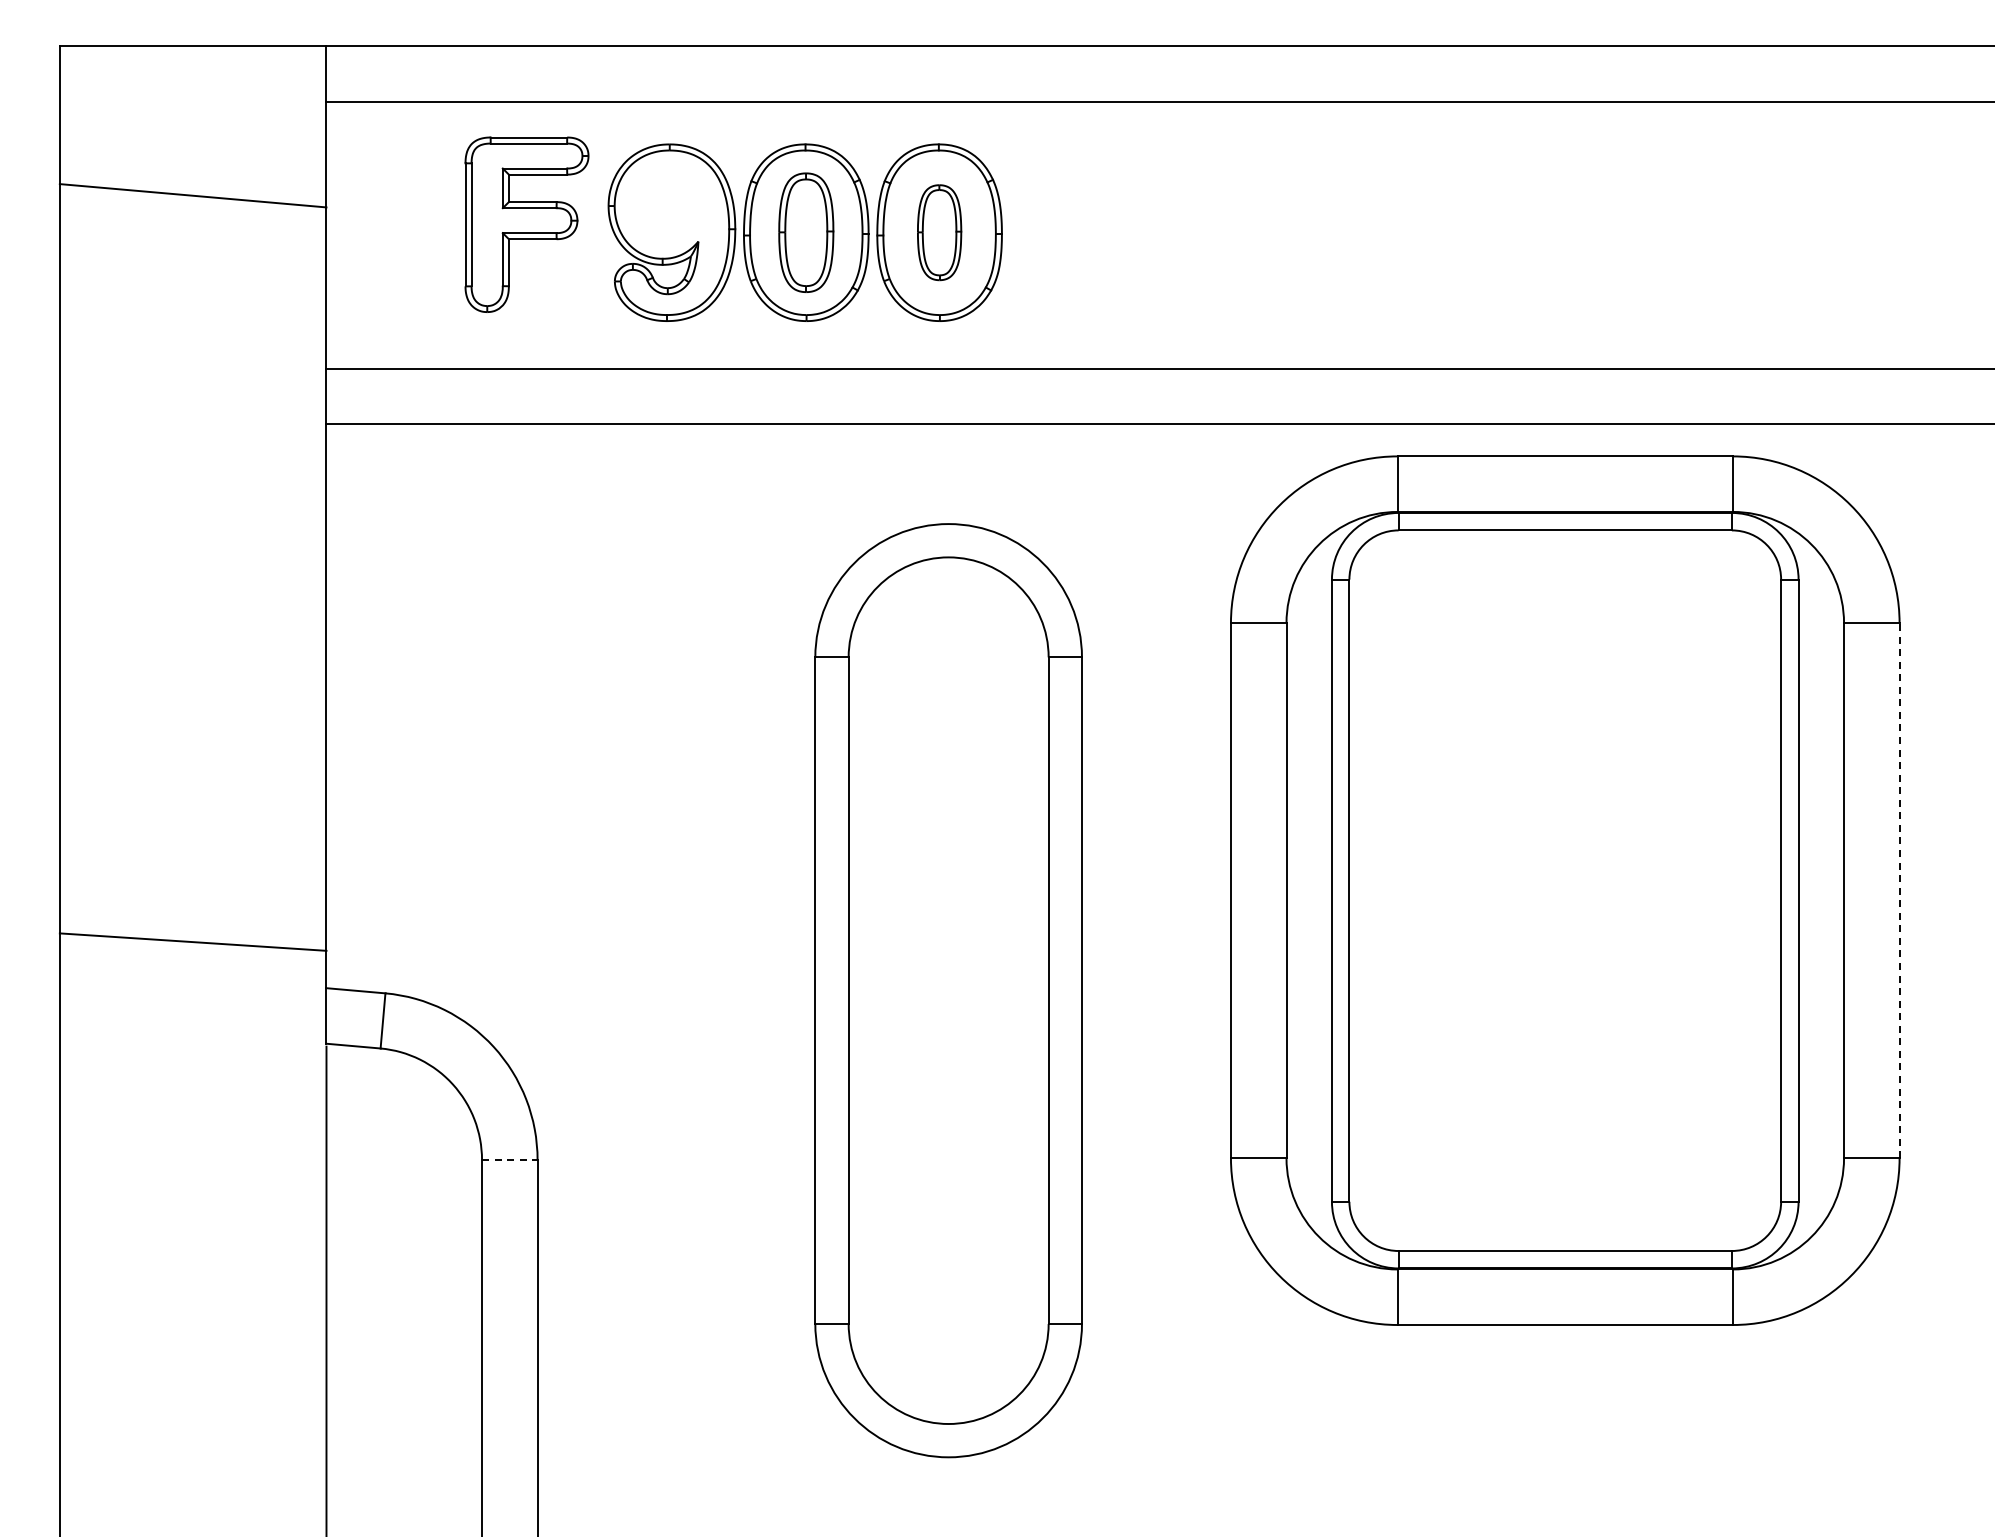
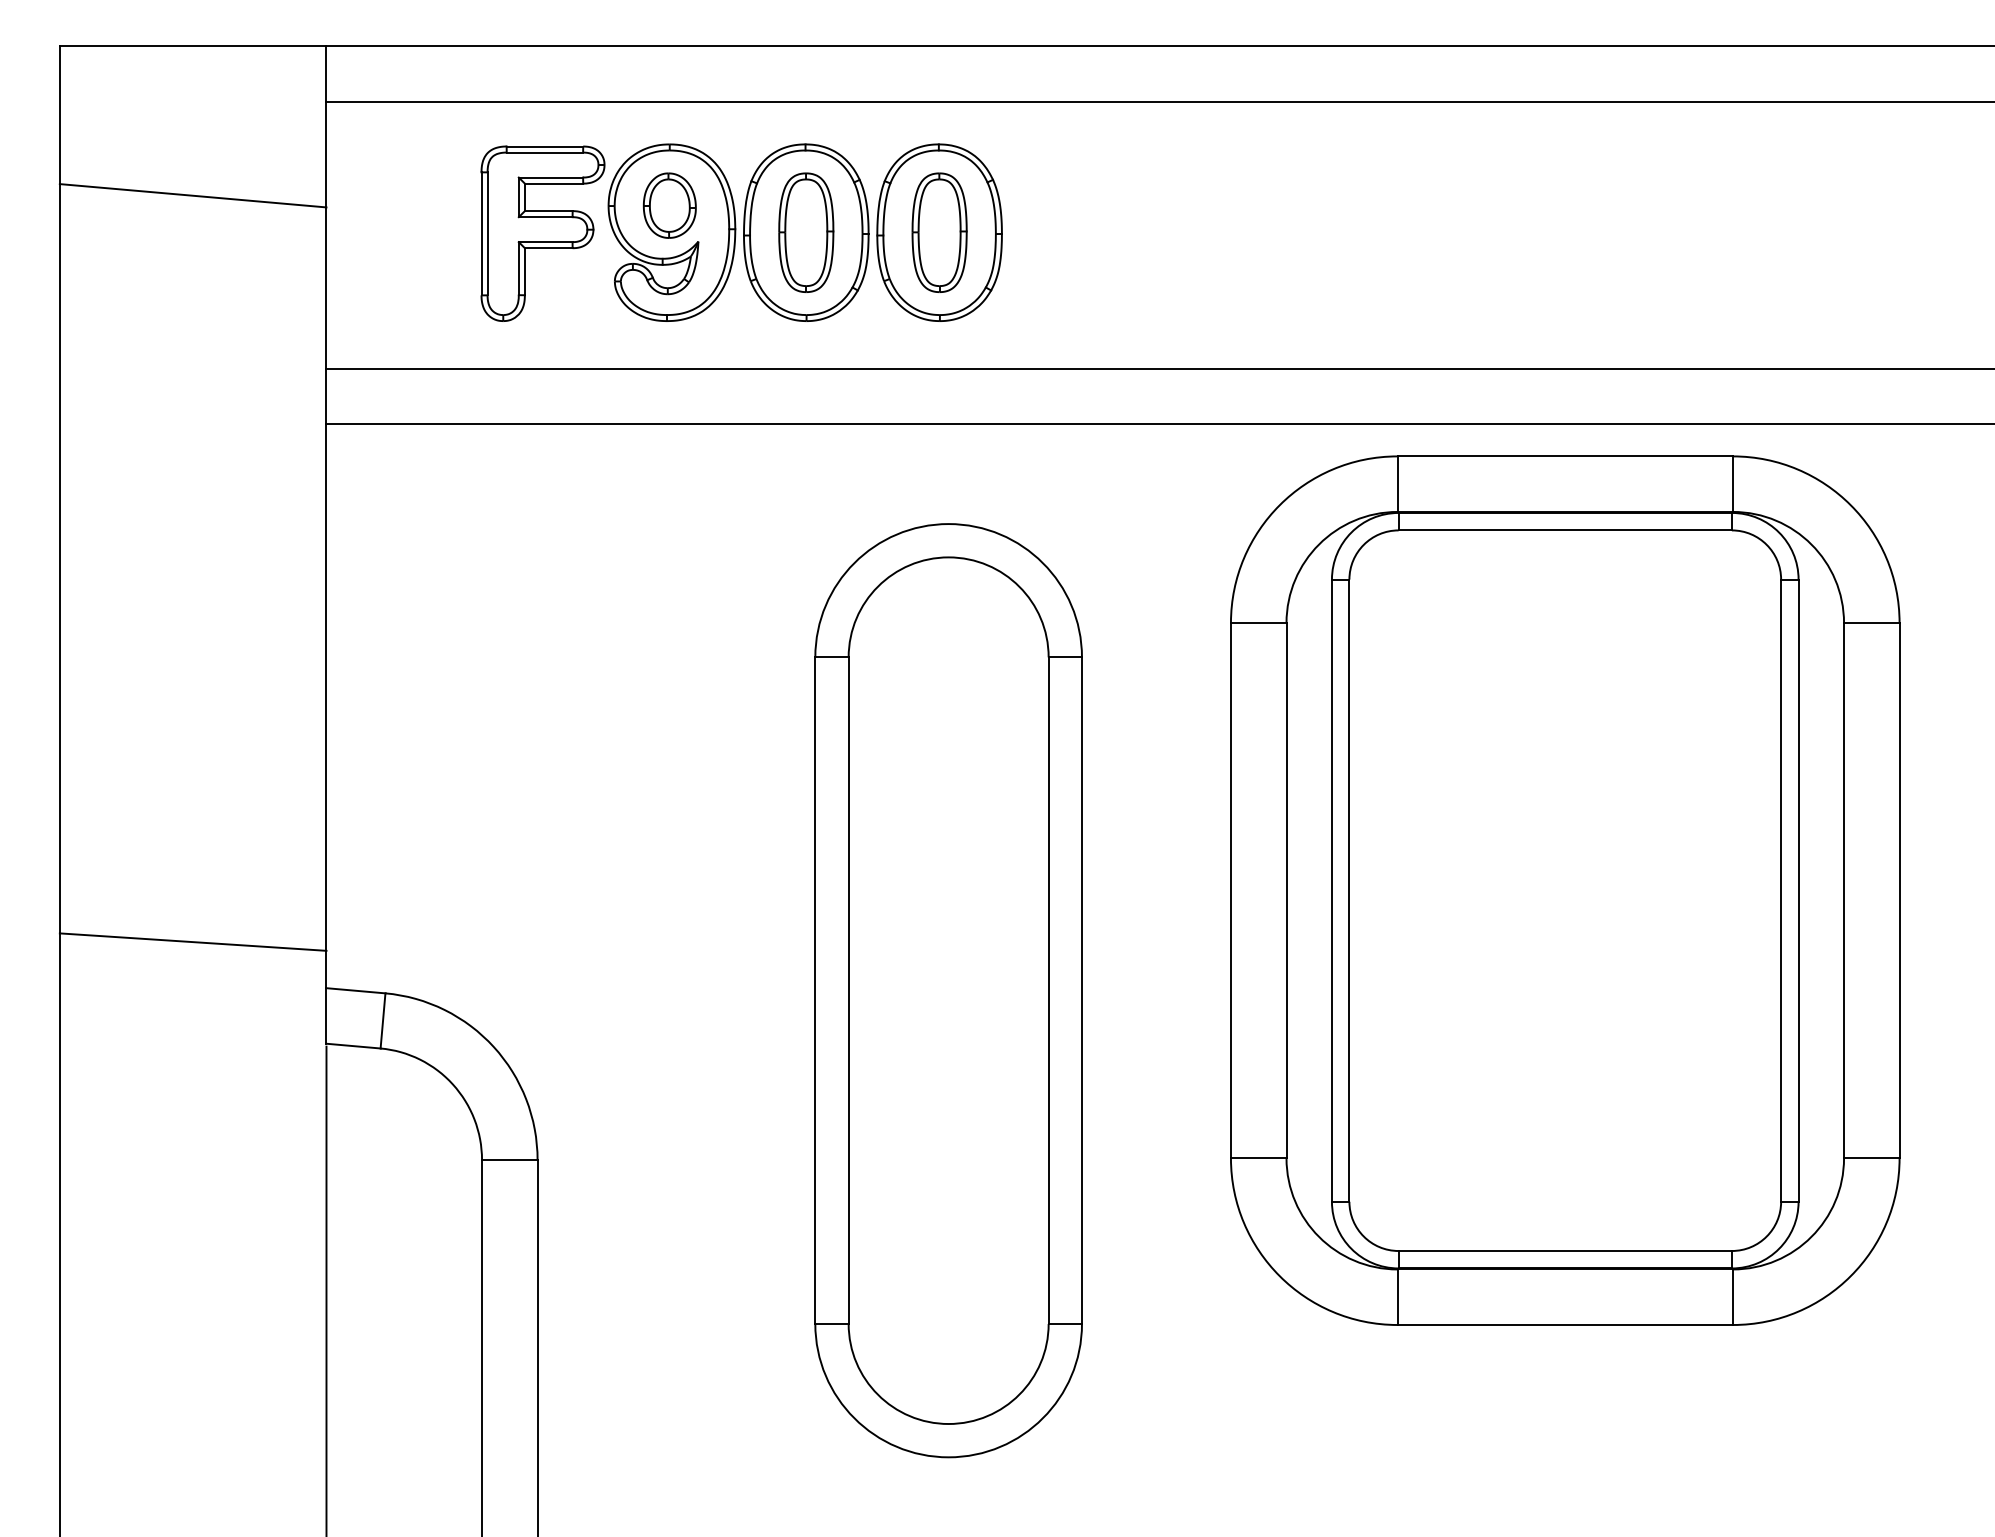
part at (669, 205): none -> present
part at (526, 224) position: (526, 224) -> (542, 233)
part at (939, 232) size: 46x98 px -> 57x121 px
line at (1899, 890): dashed -> solid
line at (509, 1160): dashed -> solid
